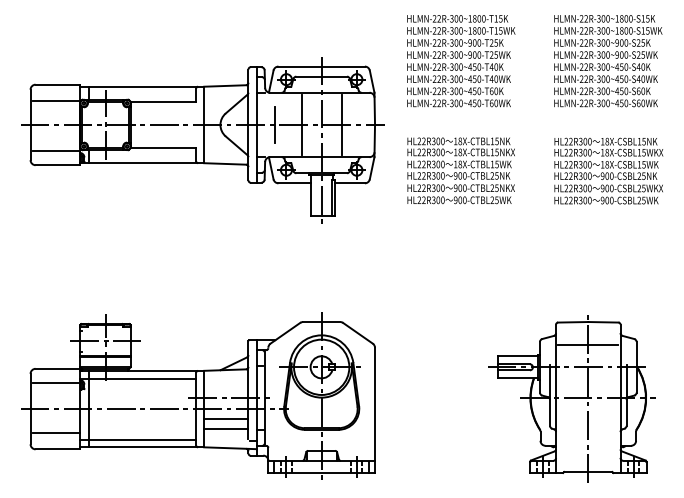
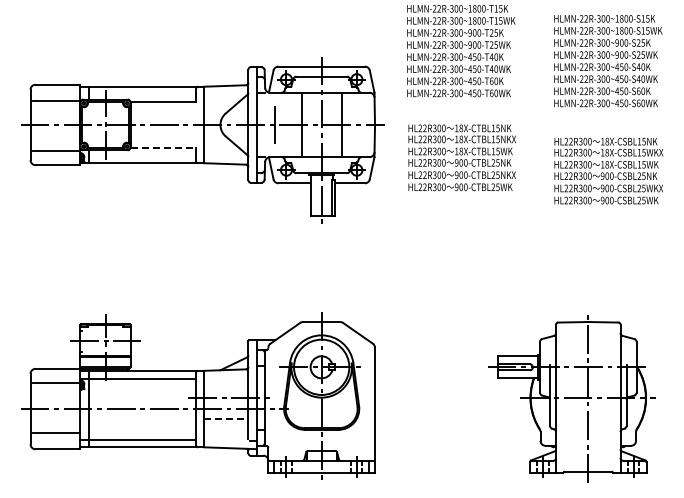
text at (461, 61) position: (461, 61) -> (461, 51)
line at (163, 148): solid -> dashed
text at (460, 170) position: (460, 170) -> (461, 157)
line at (588, 345): present -> none
line at (226, 418): solid -> dashed
line at (226, 428): present -> none
